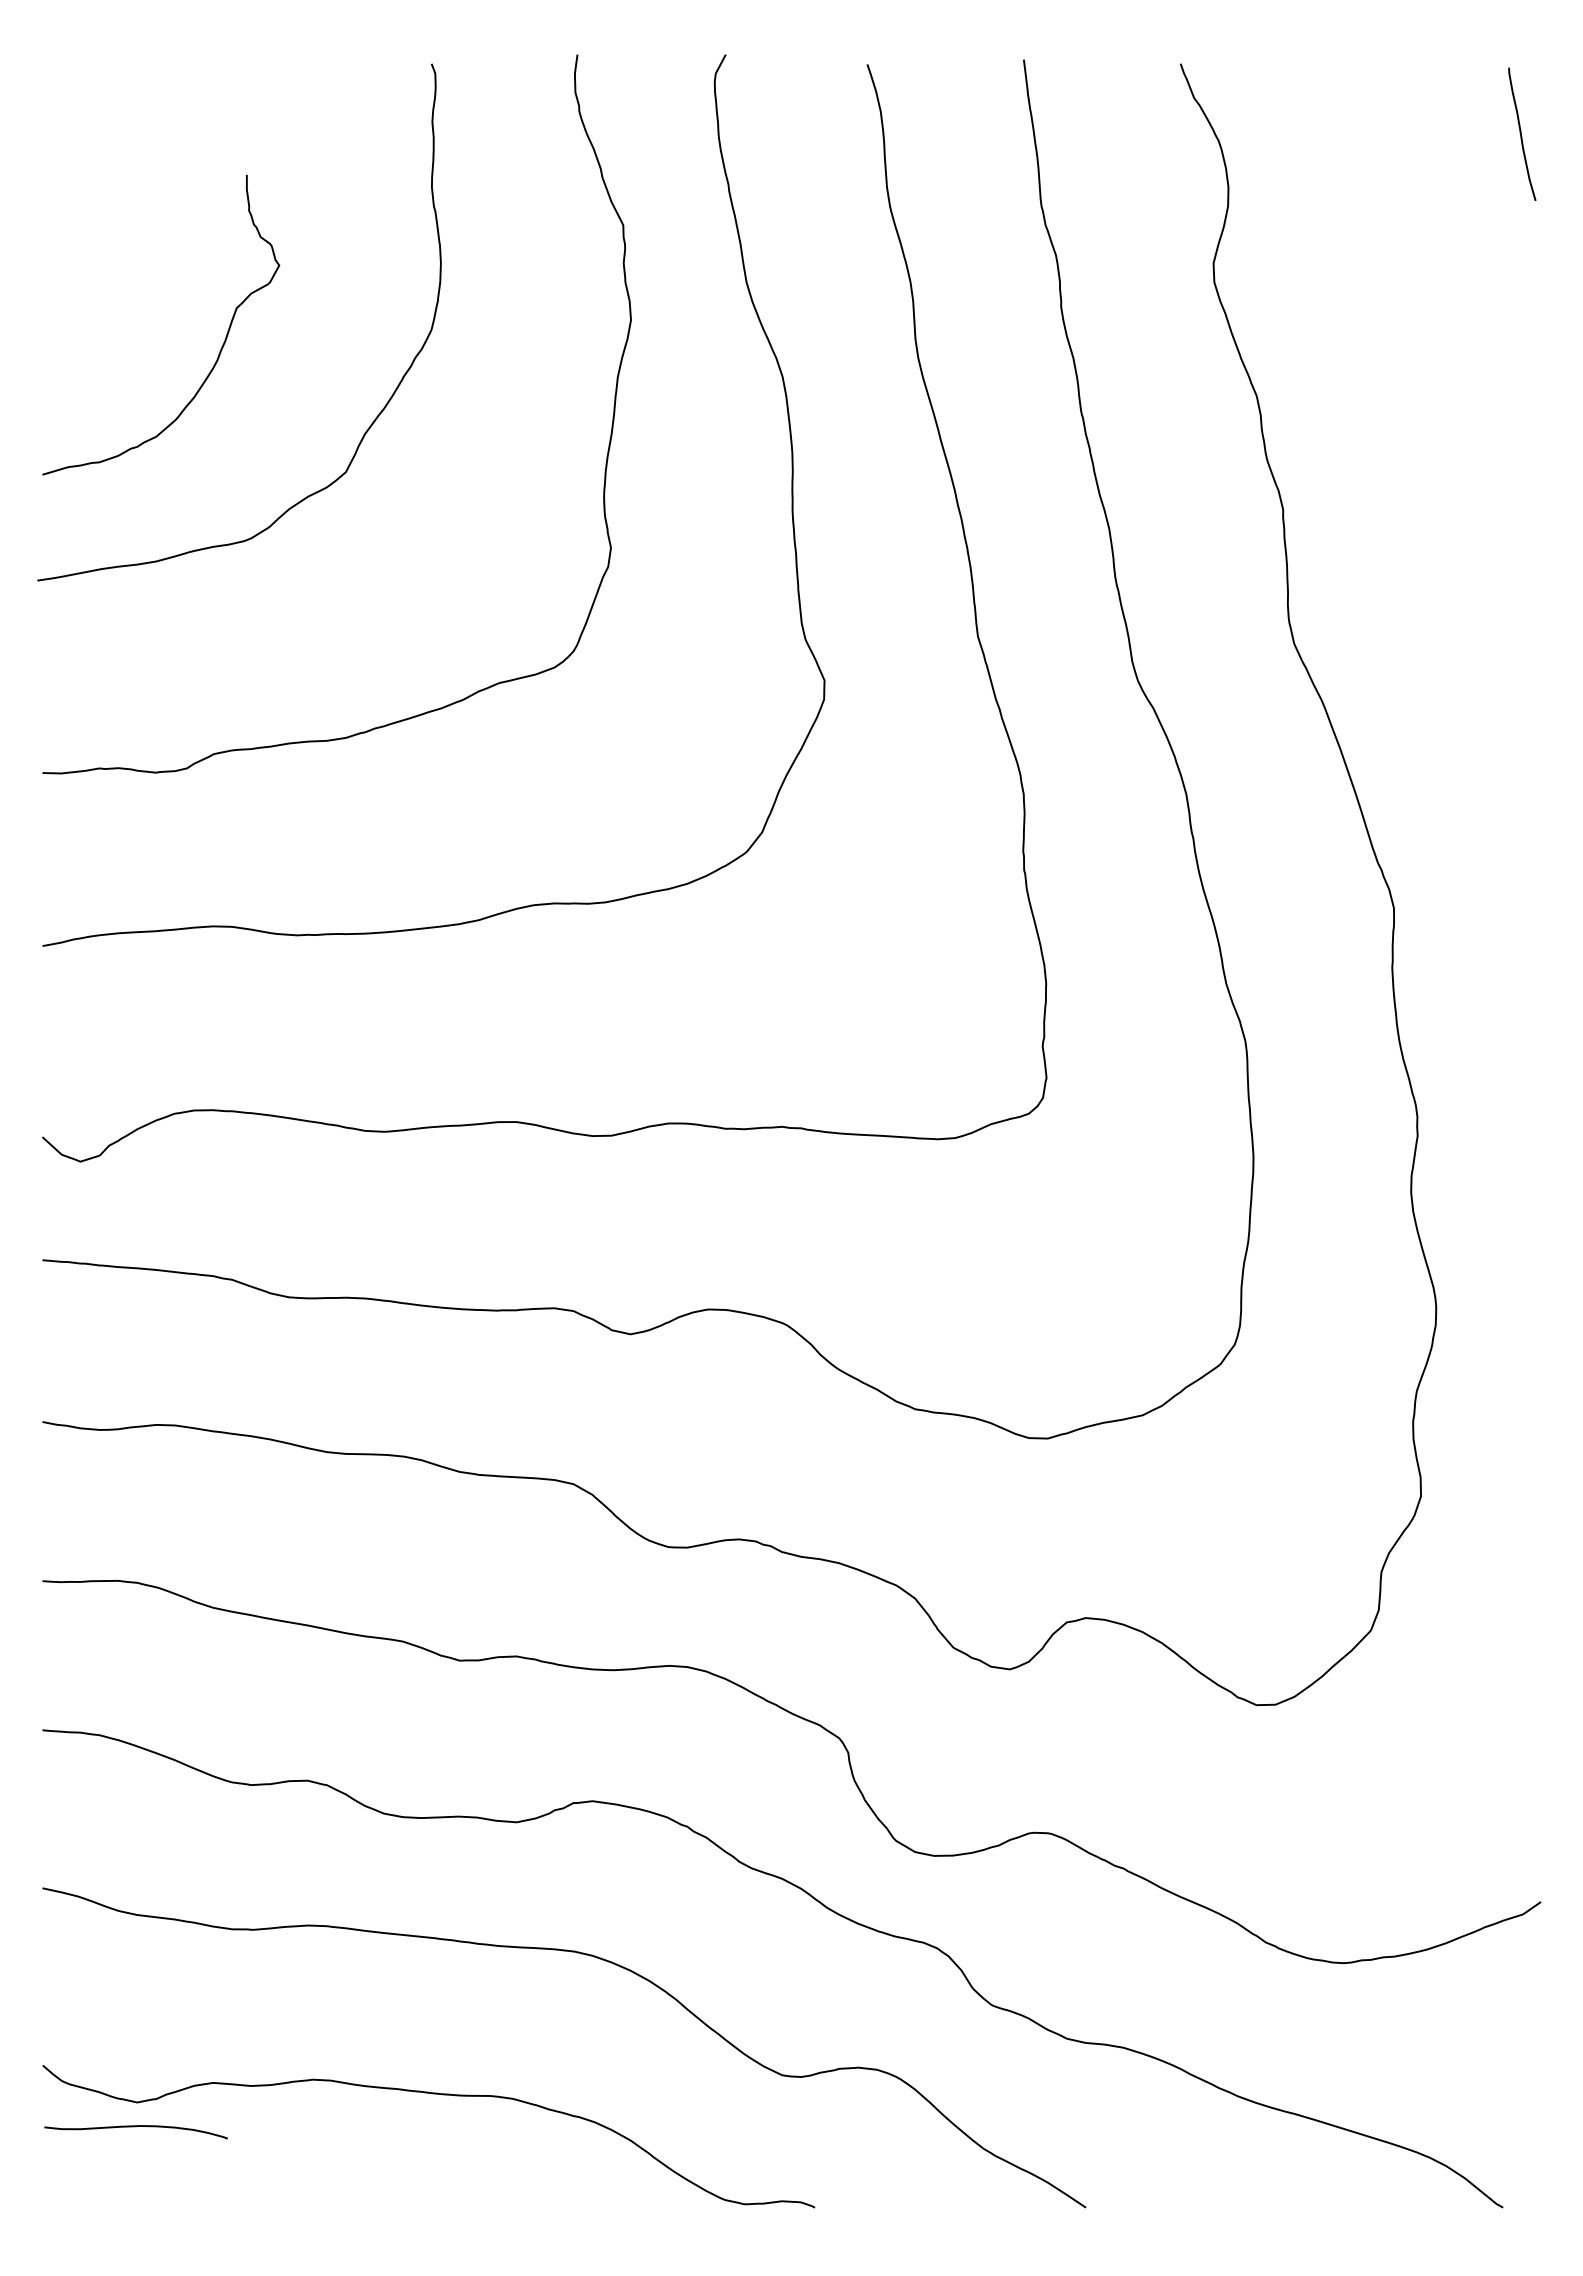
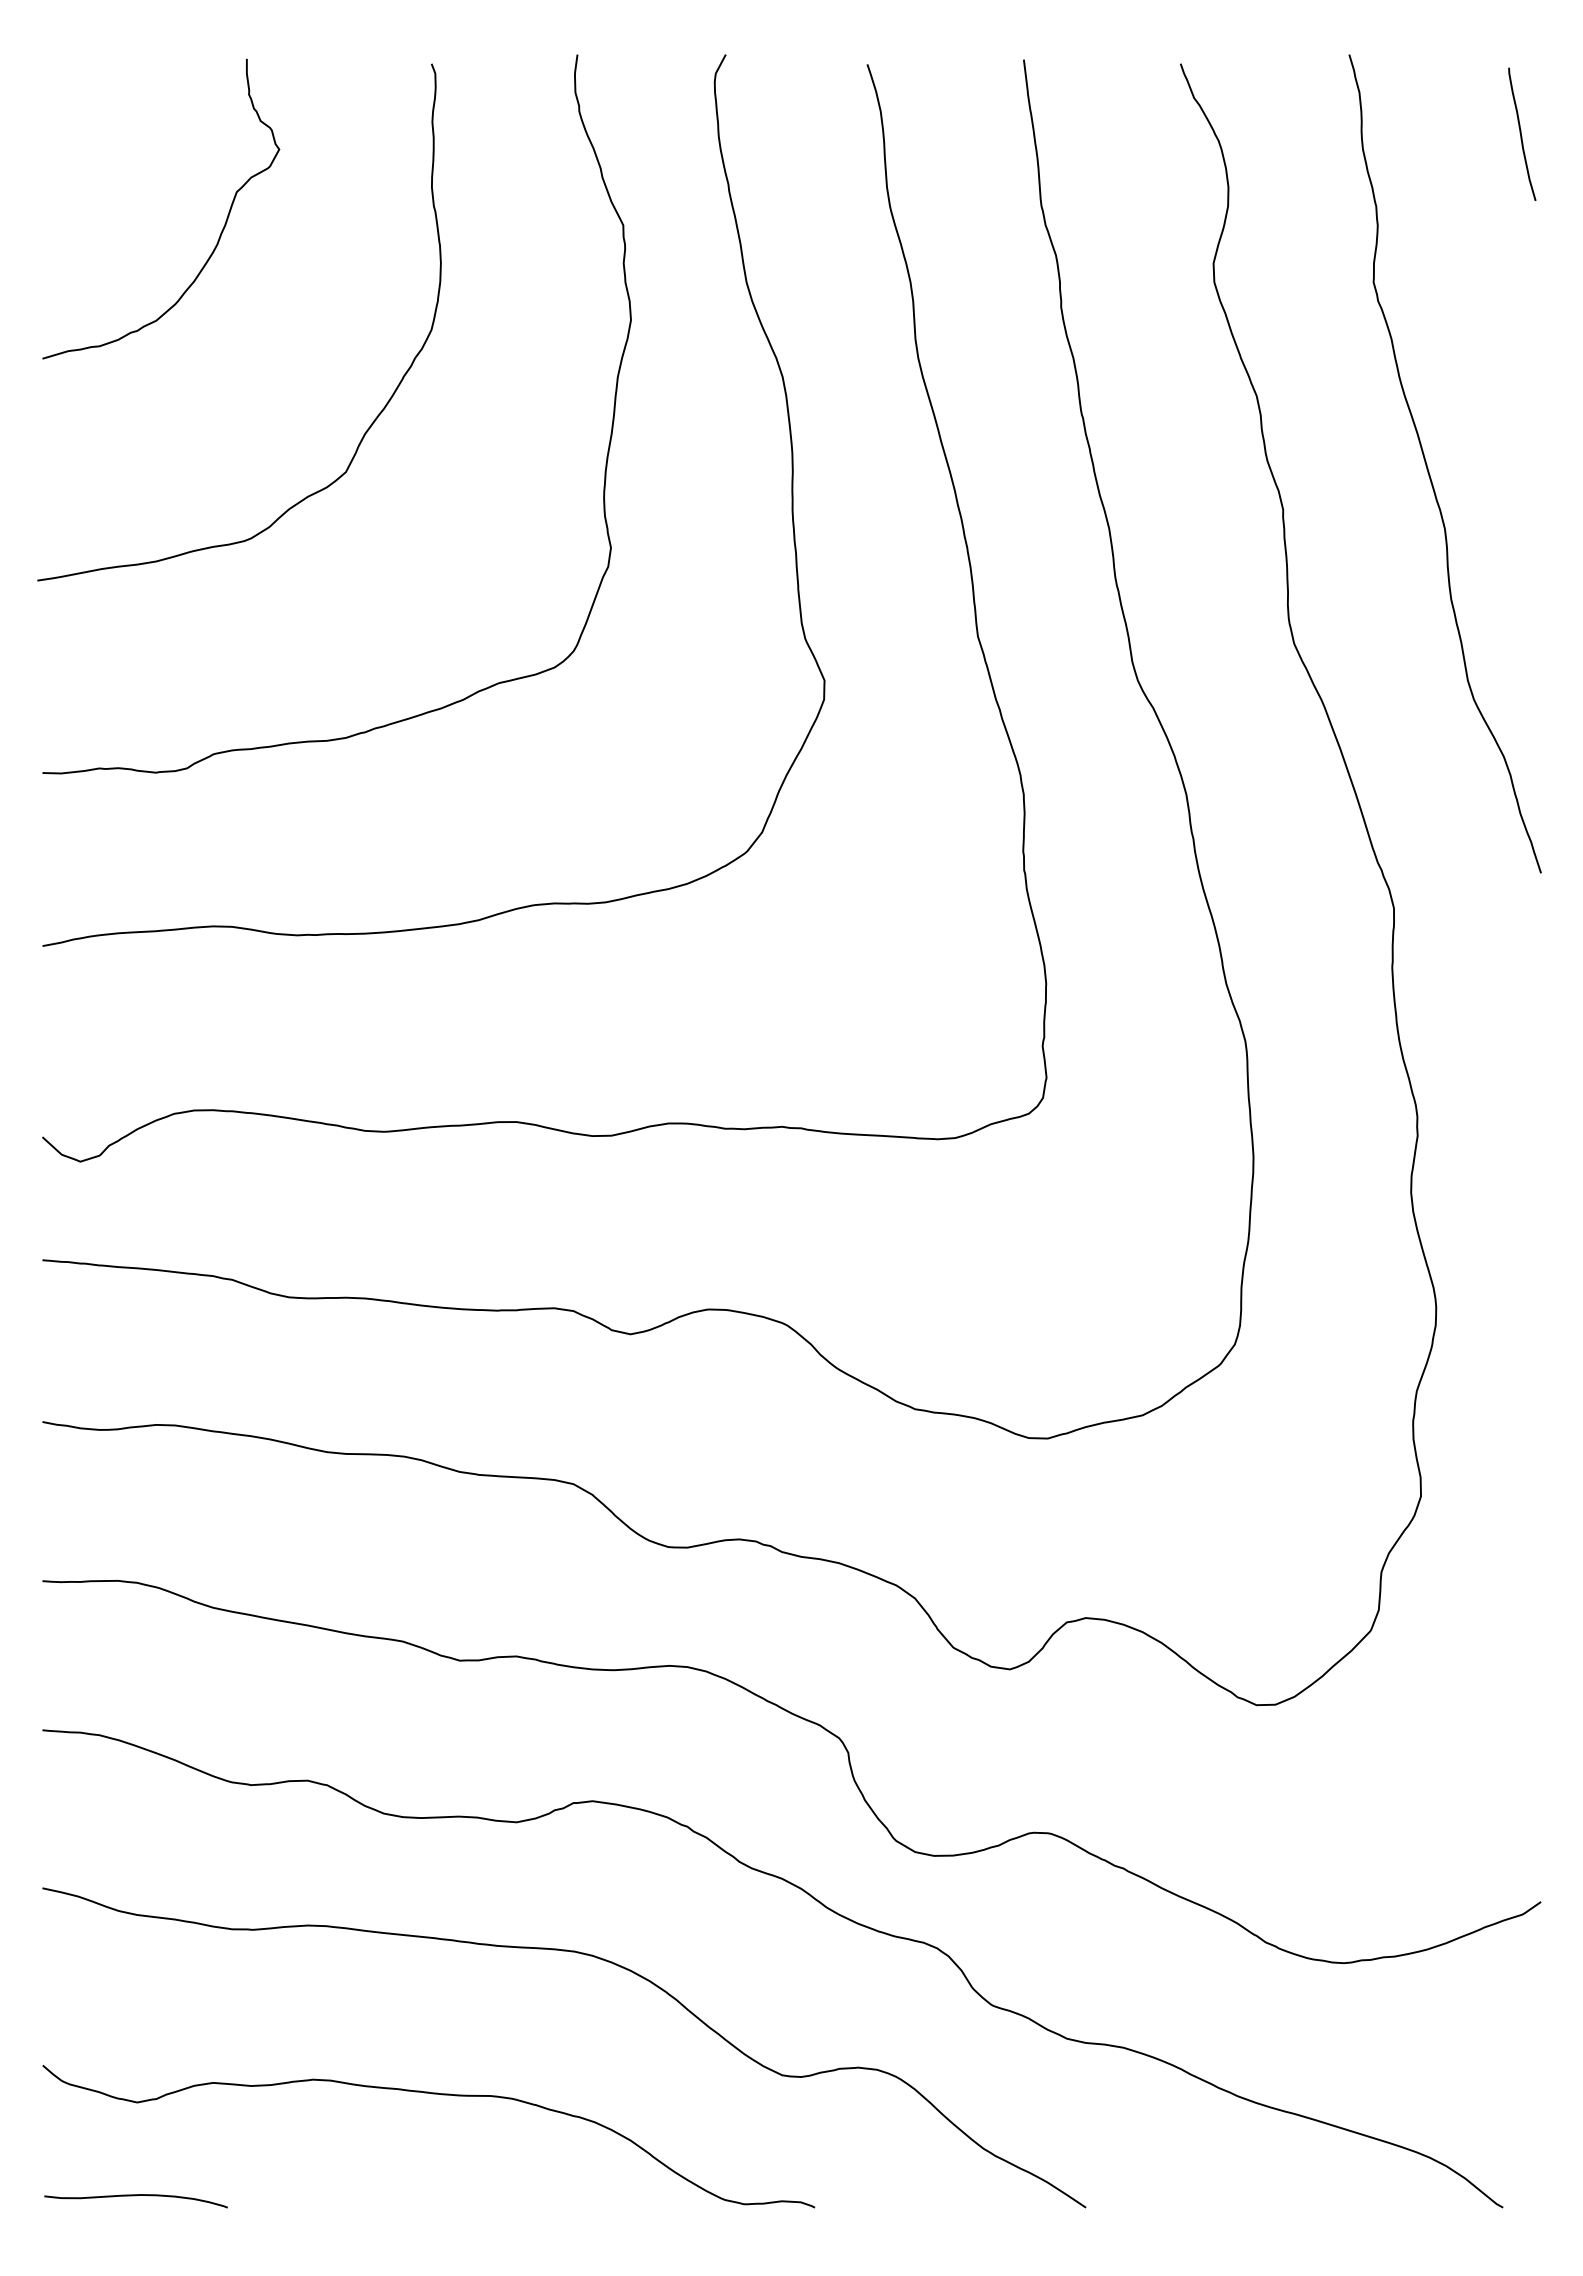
curve at (220, 348) position: (220, 348) -> (220, 232)
curve at (1428, 467): none -> present
curve at (135, 2127) position: (135, 2127) -> (135, 2196)
